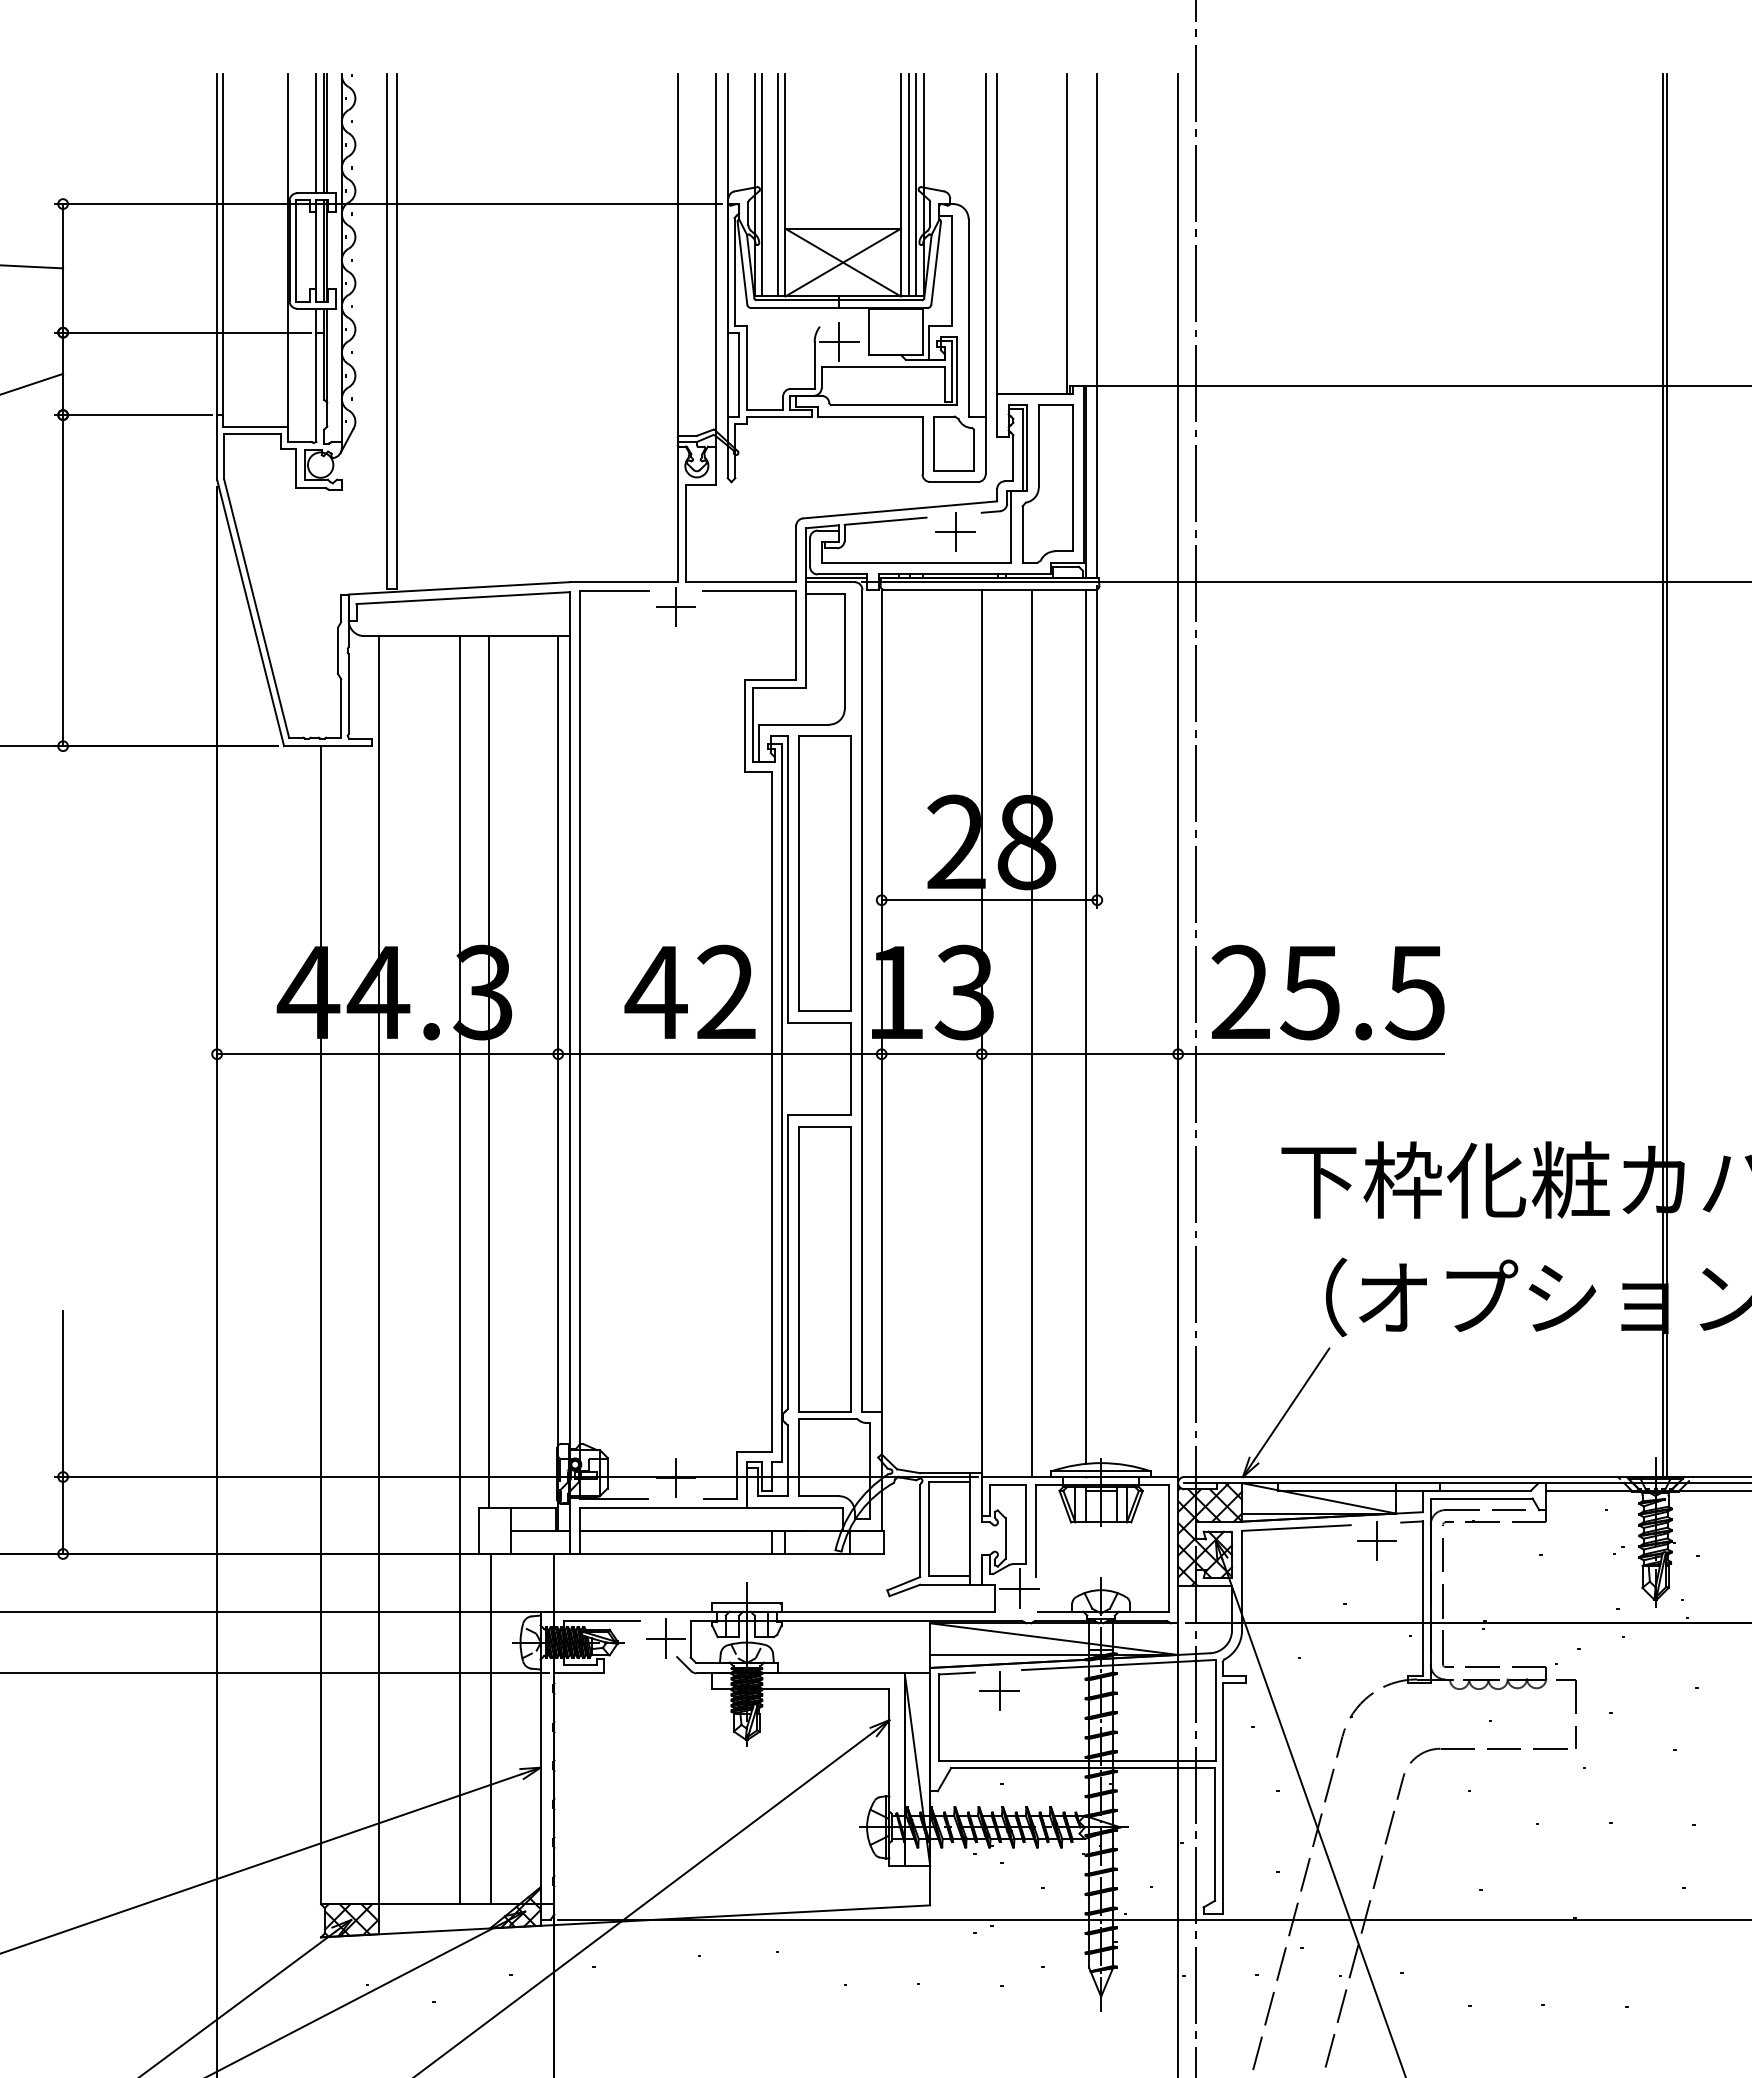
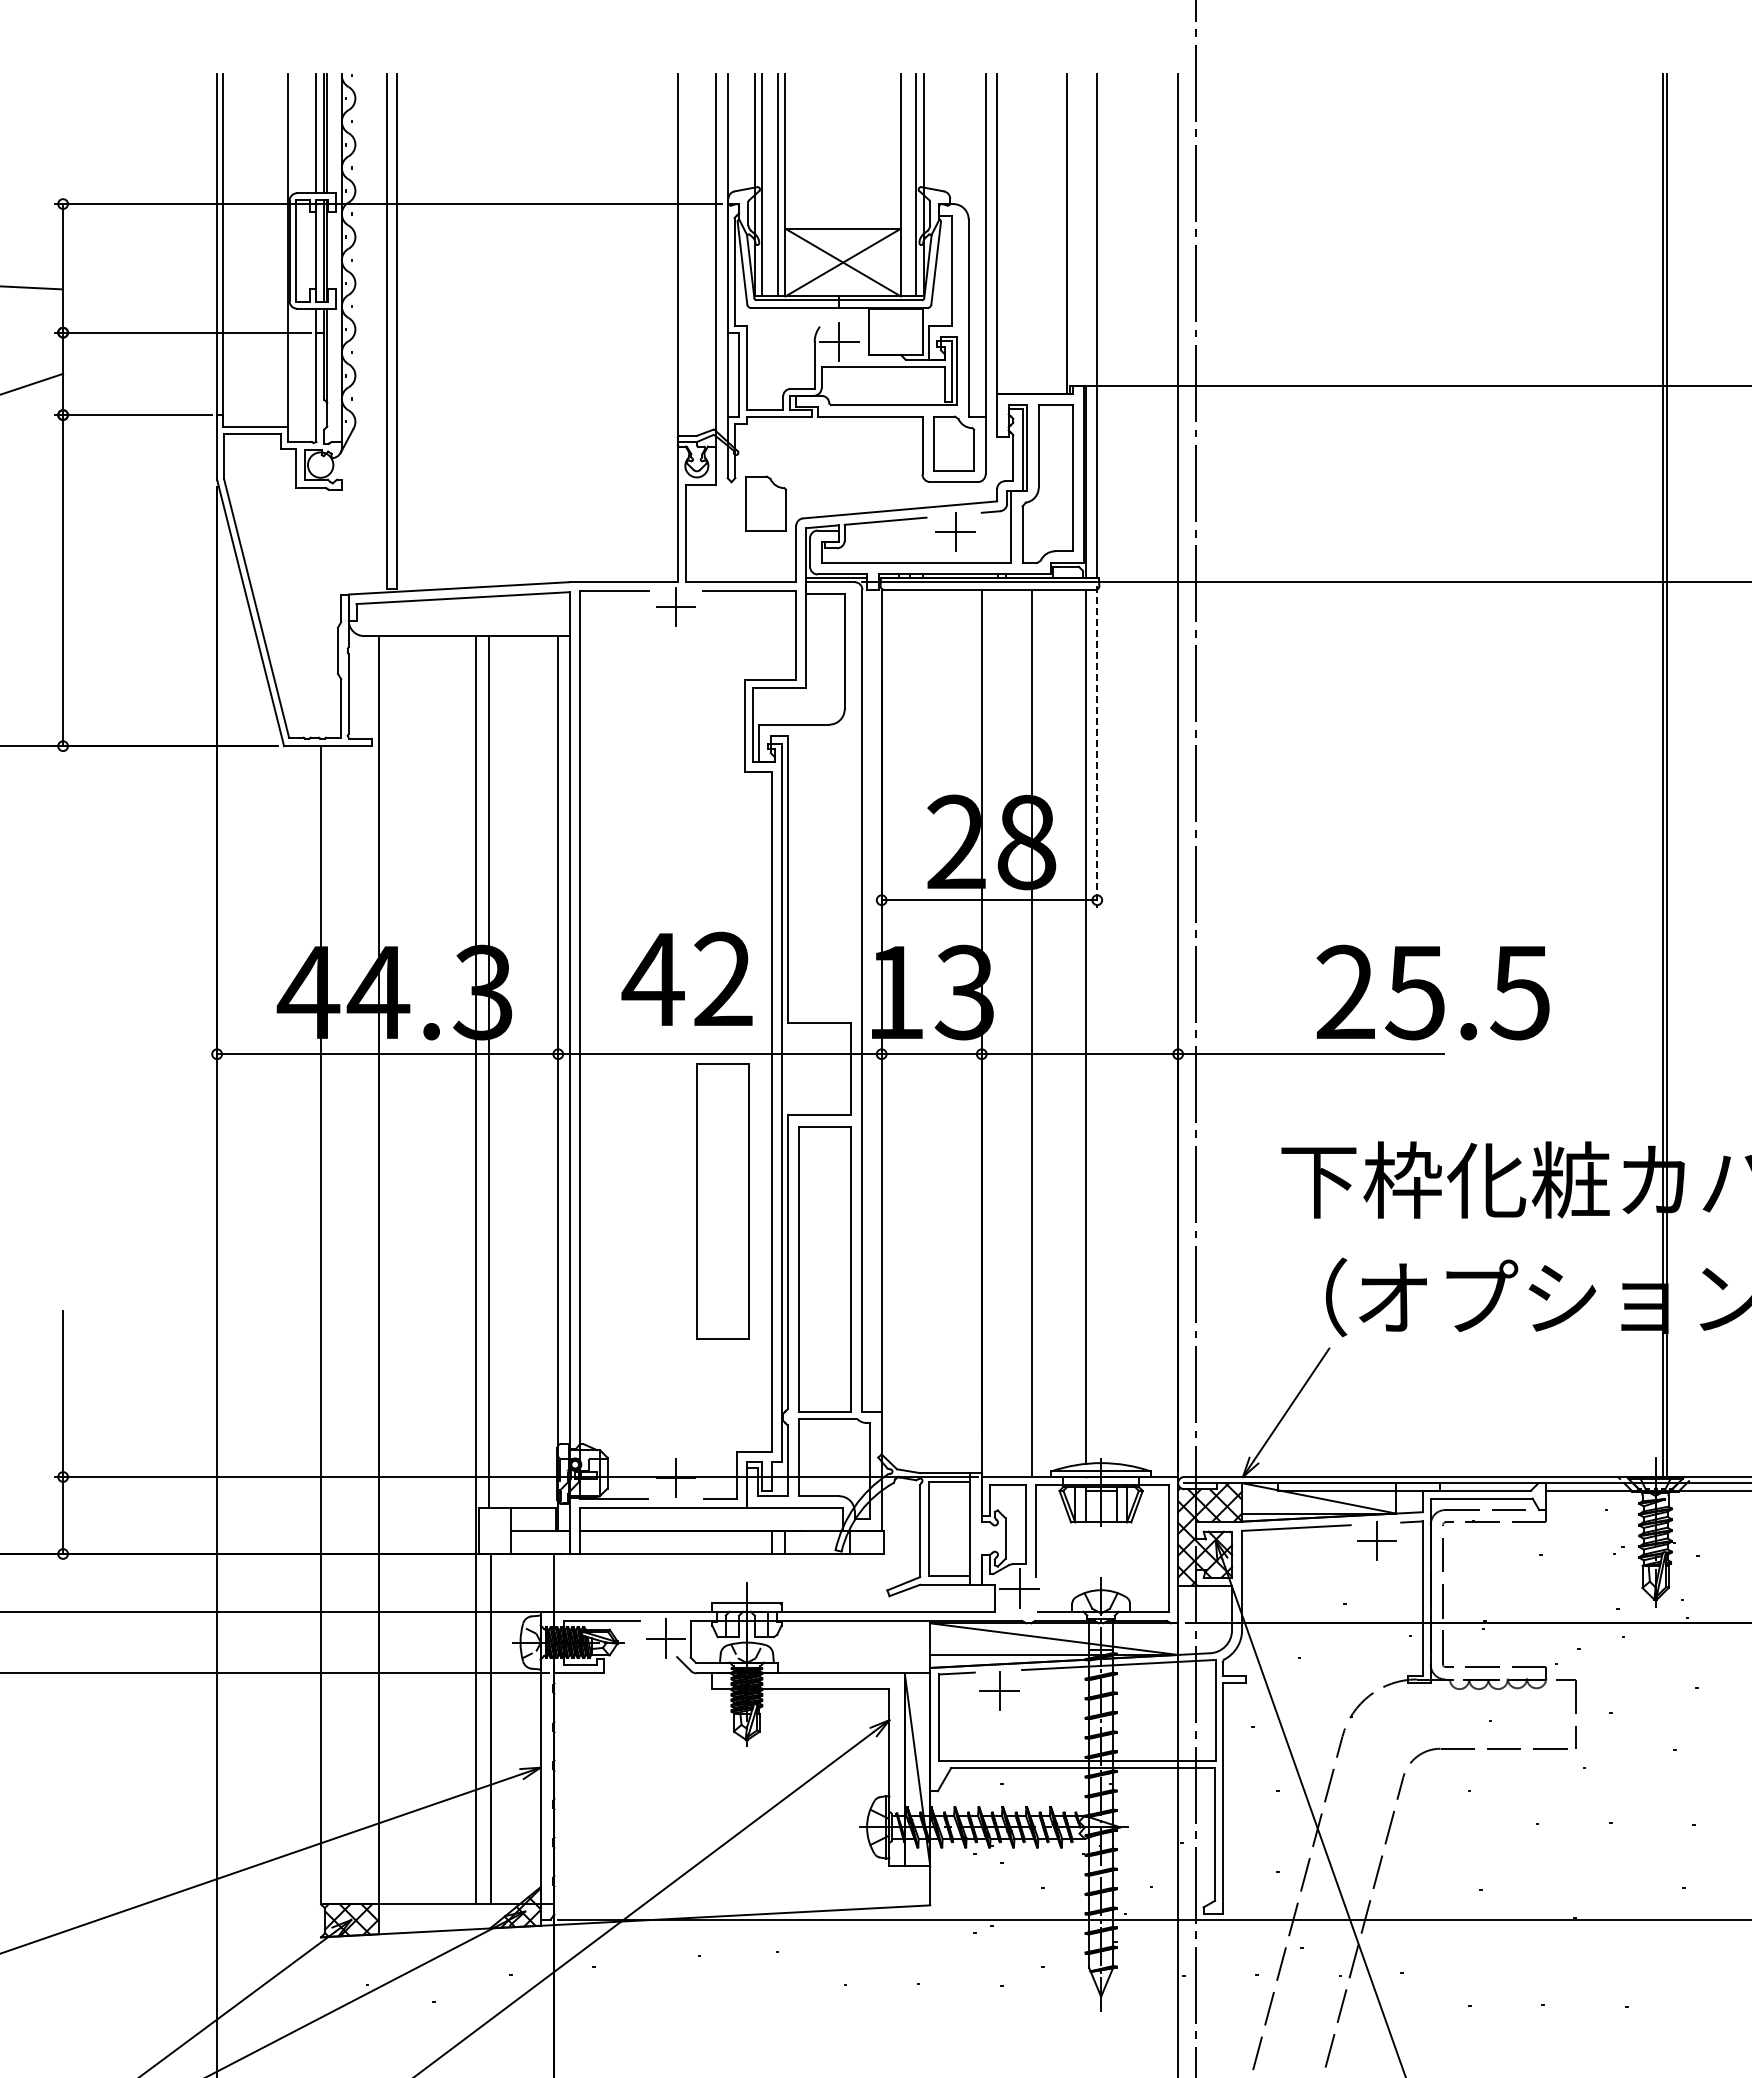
line at (908, 184): present -> none
line at (32, 266) position: (32, 266) -> (32, 287)
part at (766, 503): none -> present
line at (1097, 746): solid -> dashed
part at (824, 873) position: (824, 873) -> (722, 1201)
text at (689, 991) position: (689, 991) -> (686, 978)
text at (1327, 992) position: (1327, 992) -> (1432, 992)
line at (459, 1270) position: (459, 1270) -> (475, 1270)
